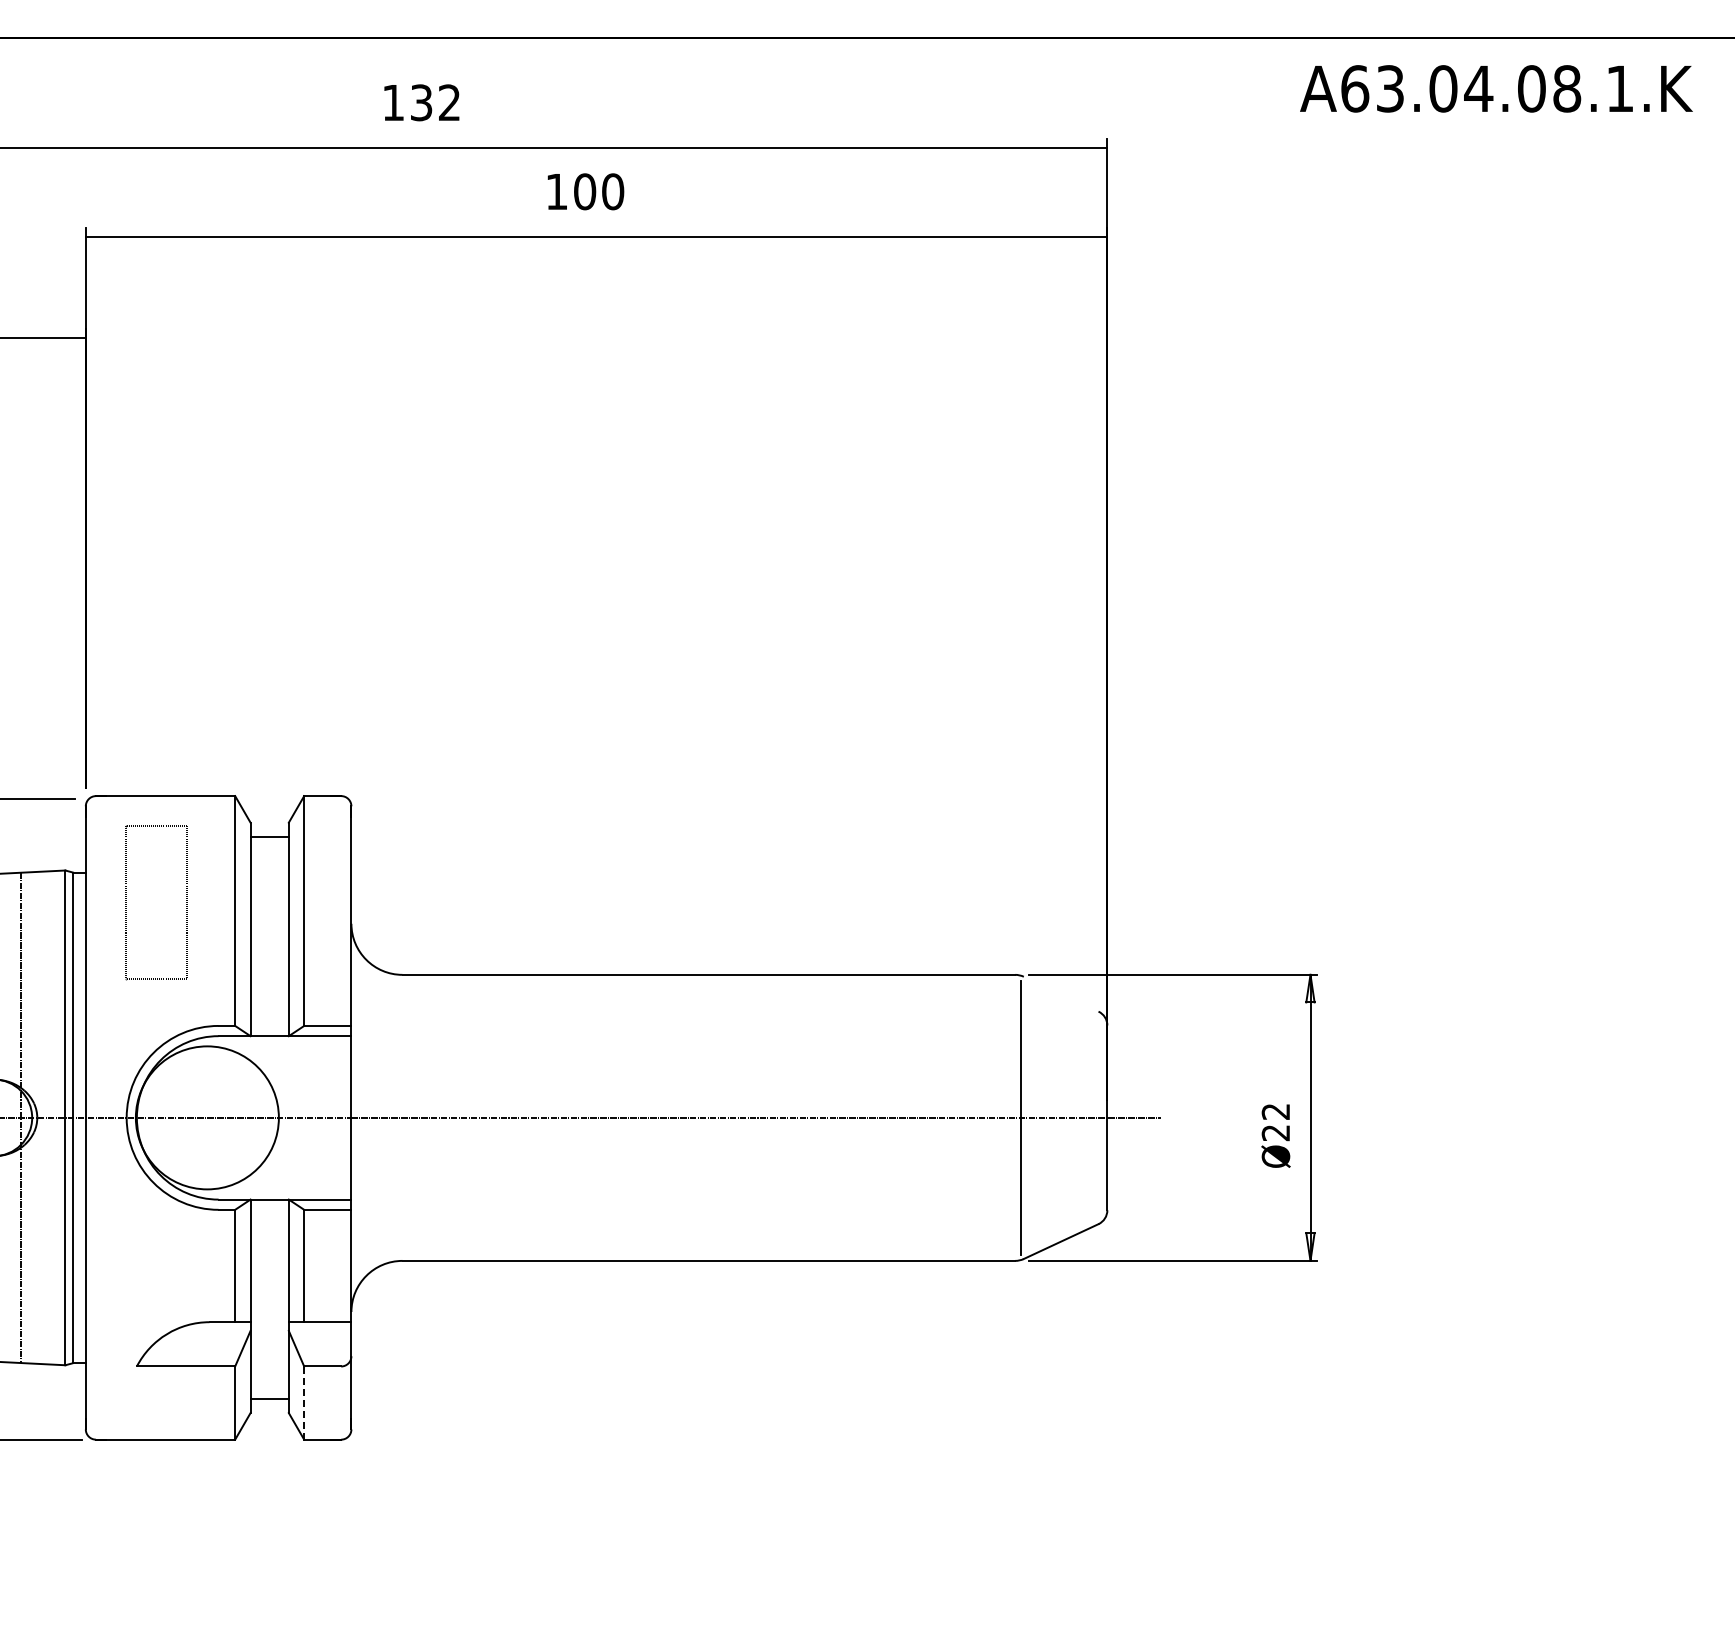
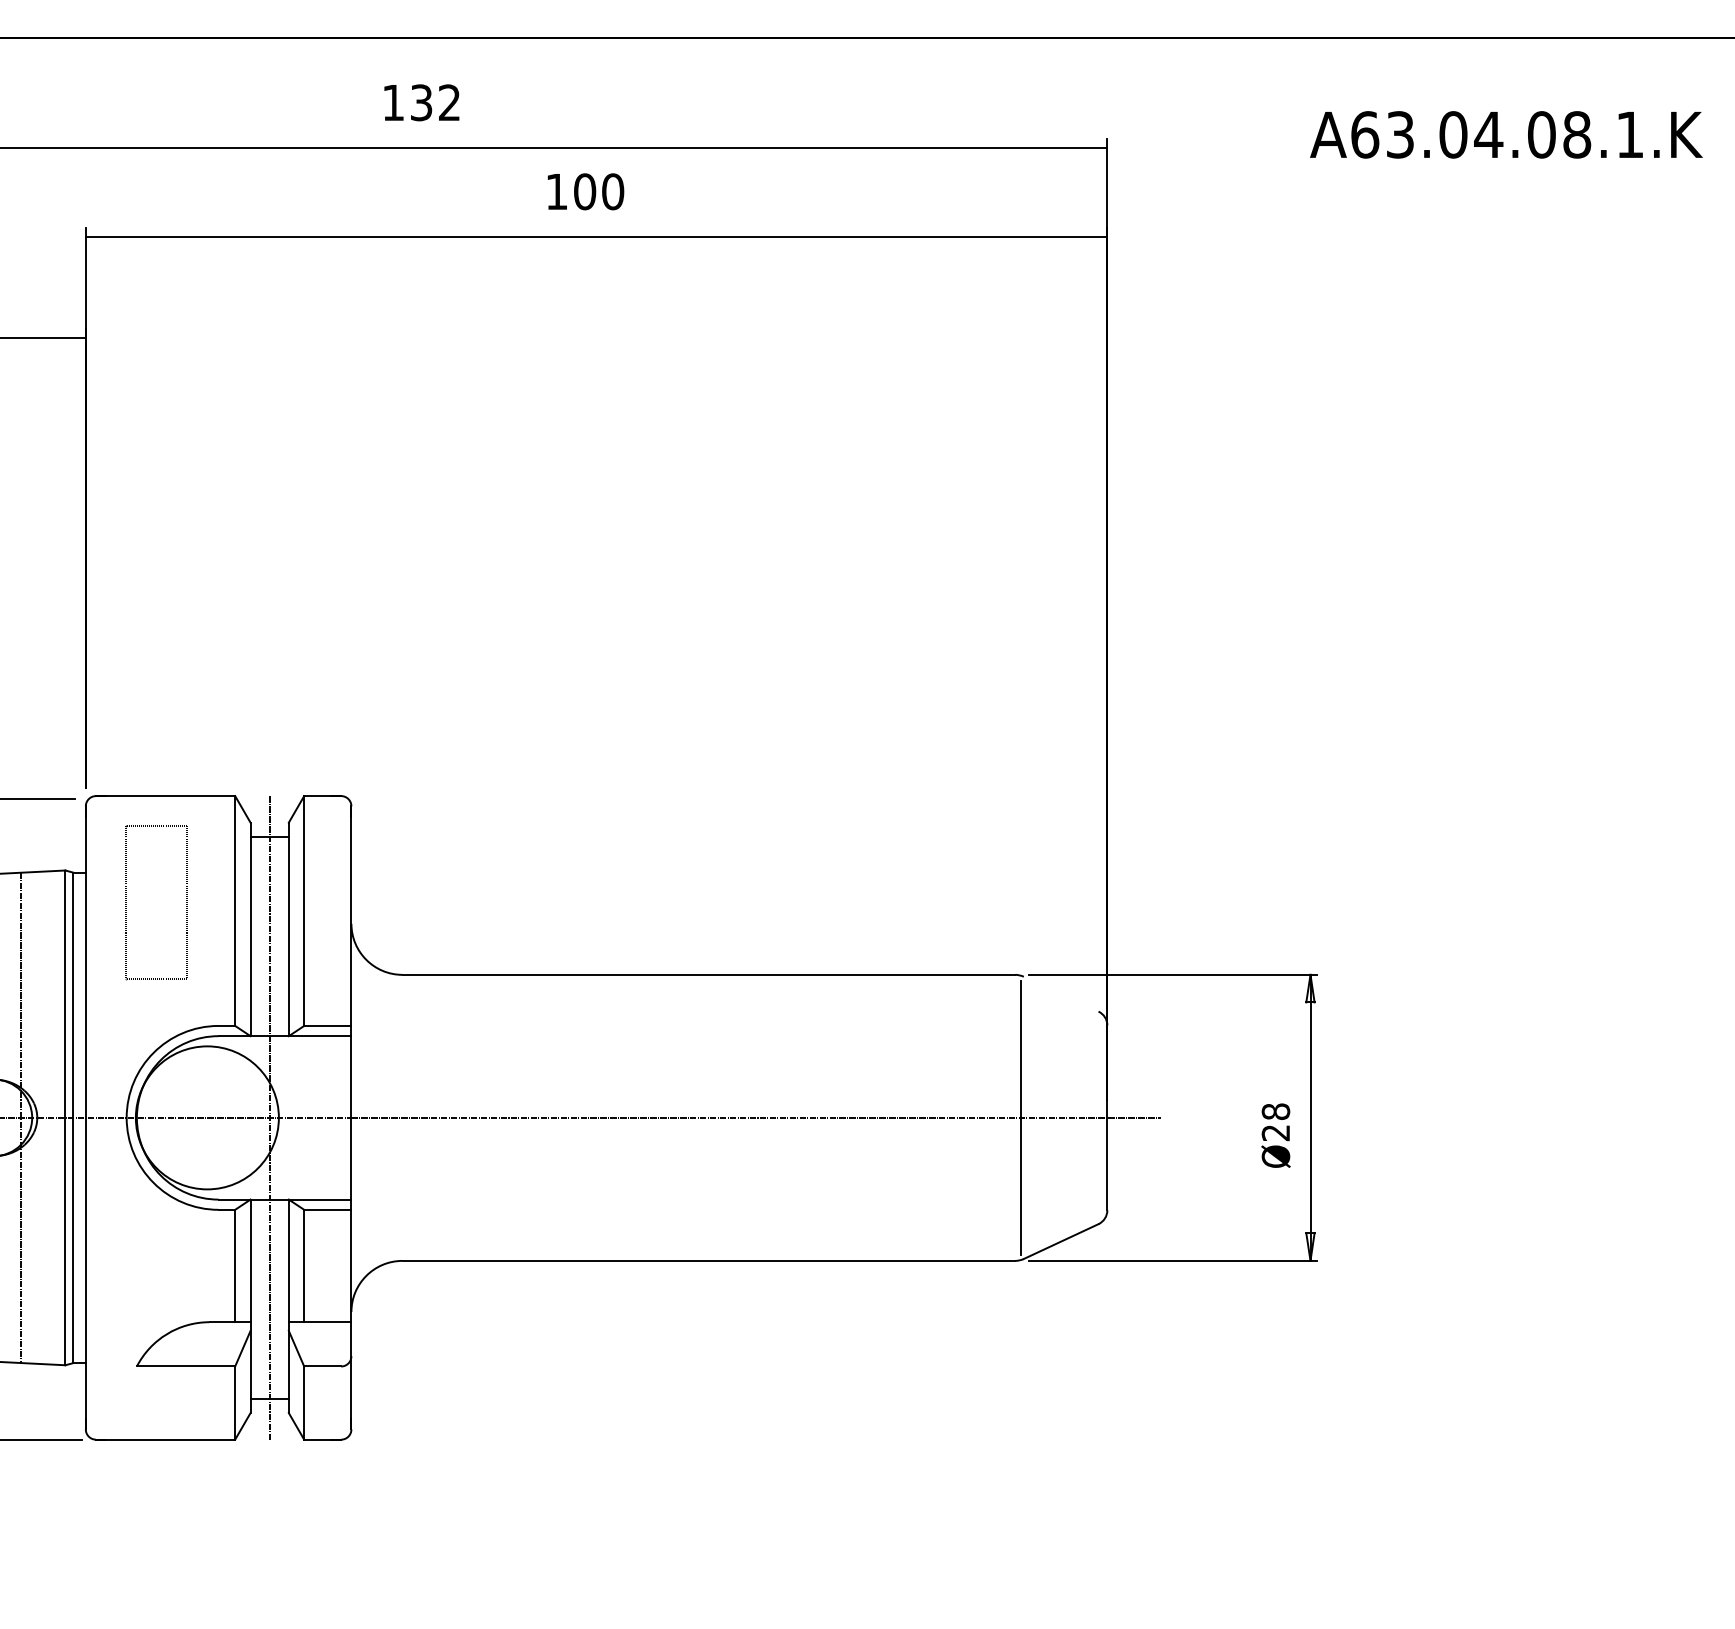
text at (1496, 88) position: (1496, 88) -> (1506, 134)
text at (1275, 1111): Ø22 -> Ø28
line at (269, 1117): none -> present
line at (304, 1403): dashed -> solid
